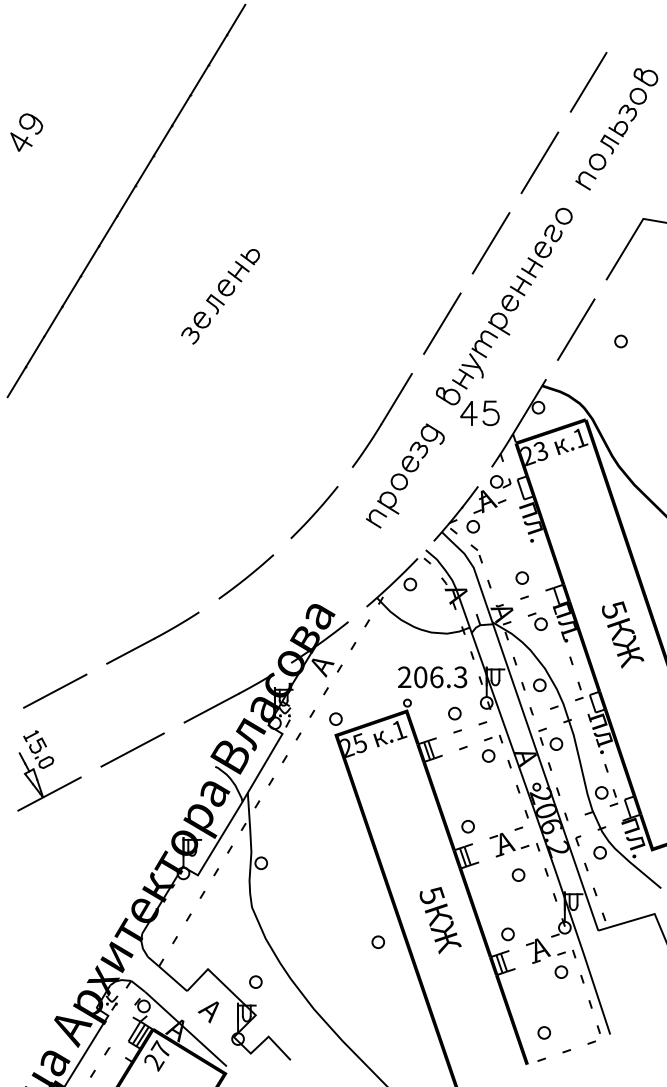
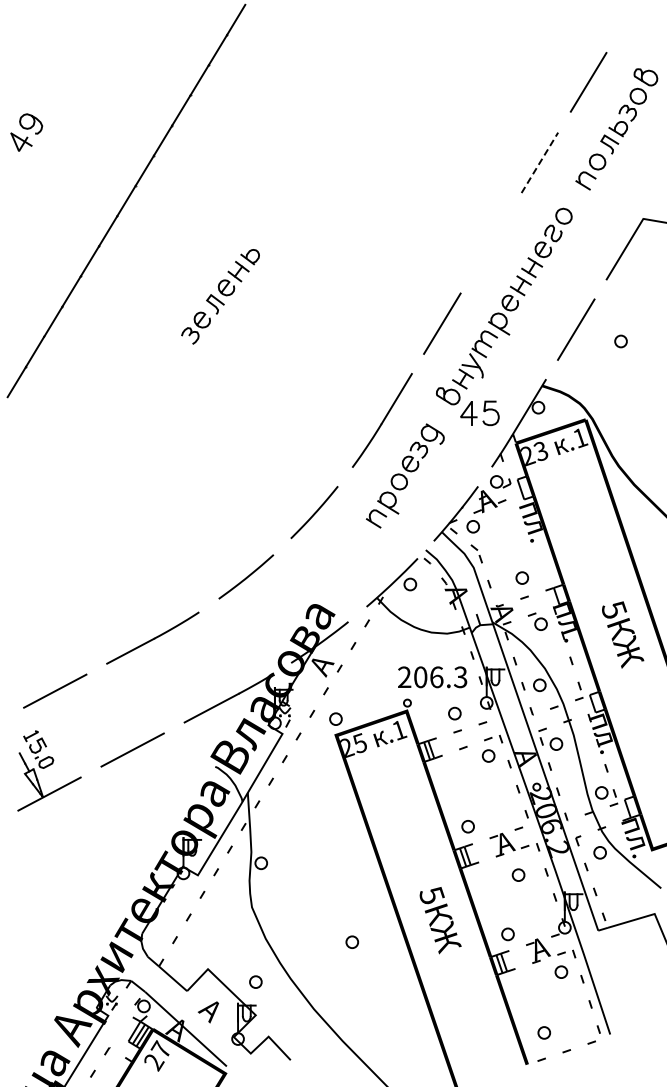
line at (540, 162): solid -> dashed
line at (490, 243): present -> none
part at (377, 941) position: (377, 941) -> (351, 941)
